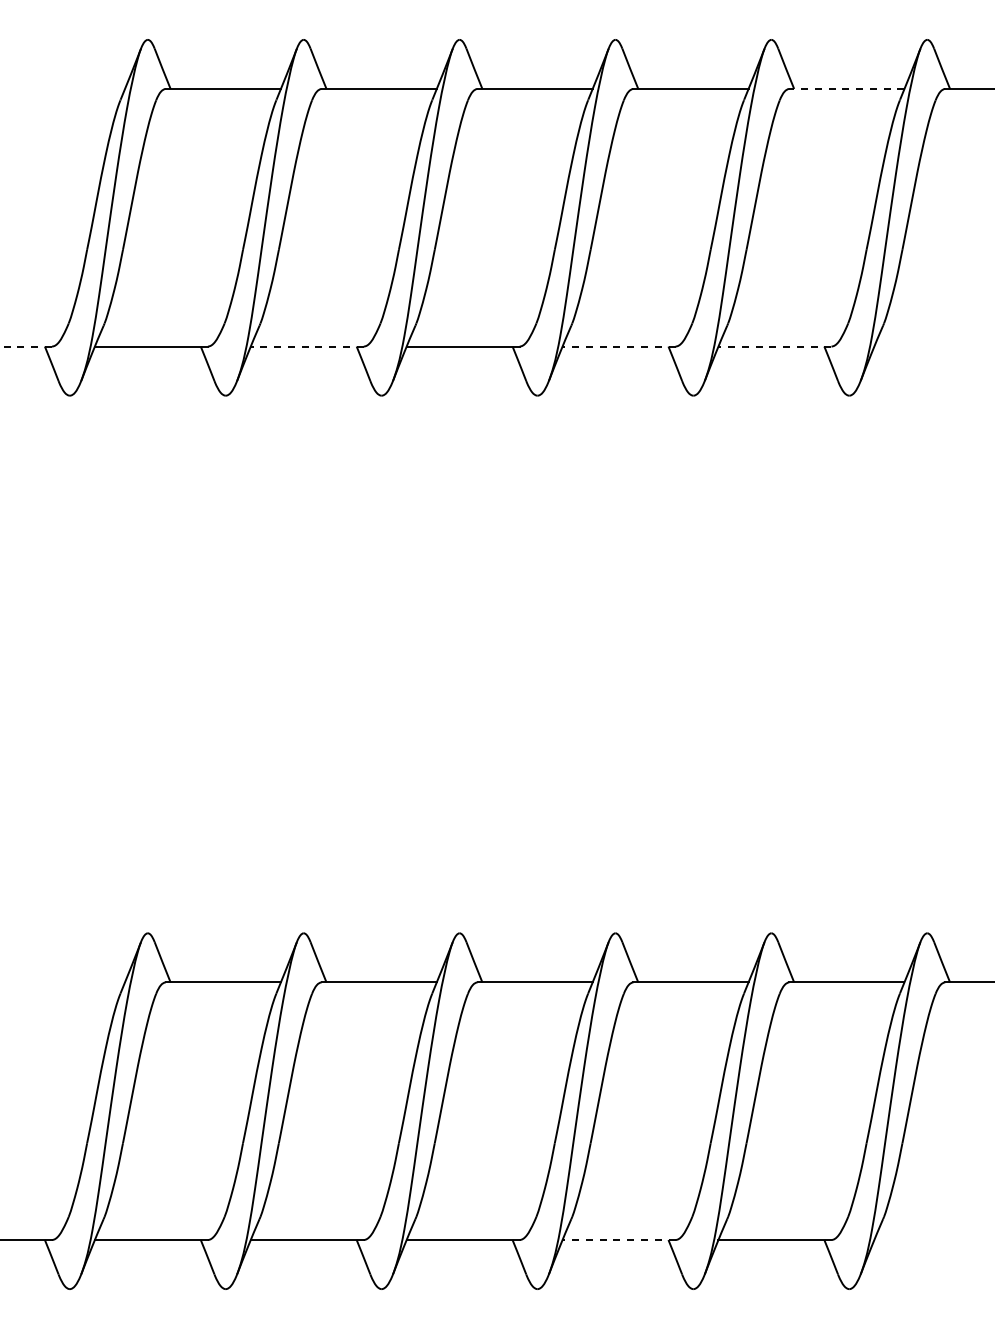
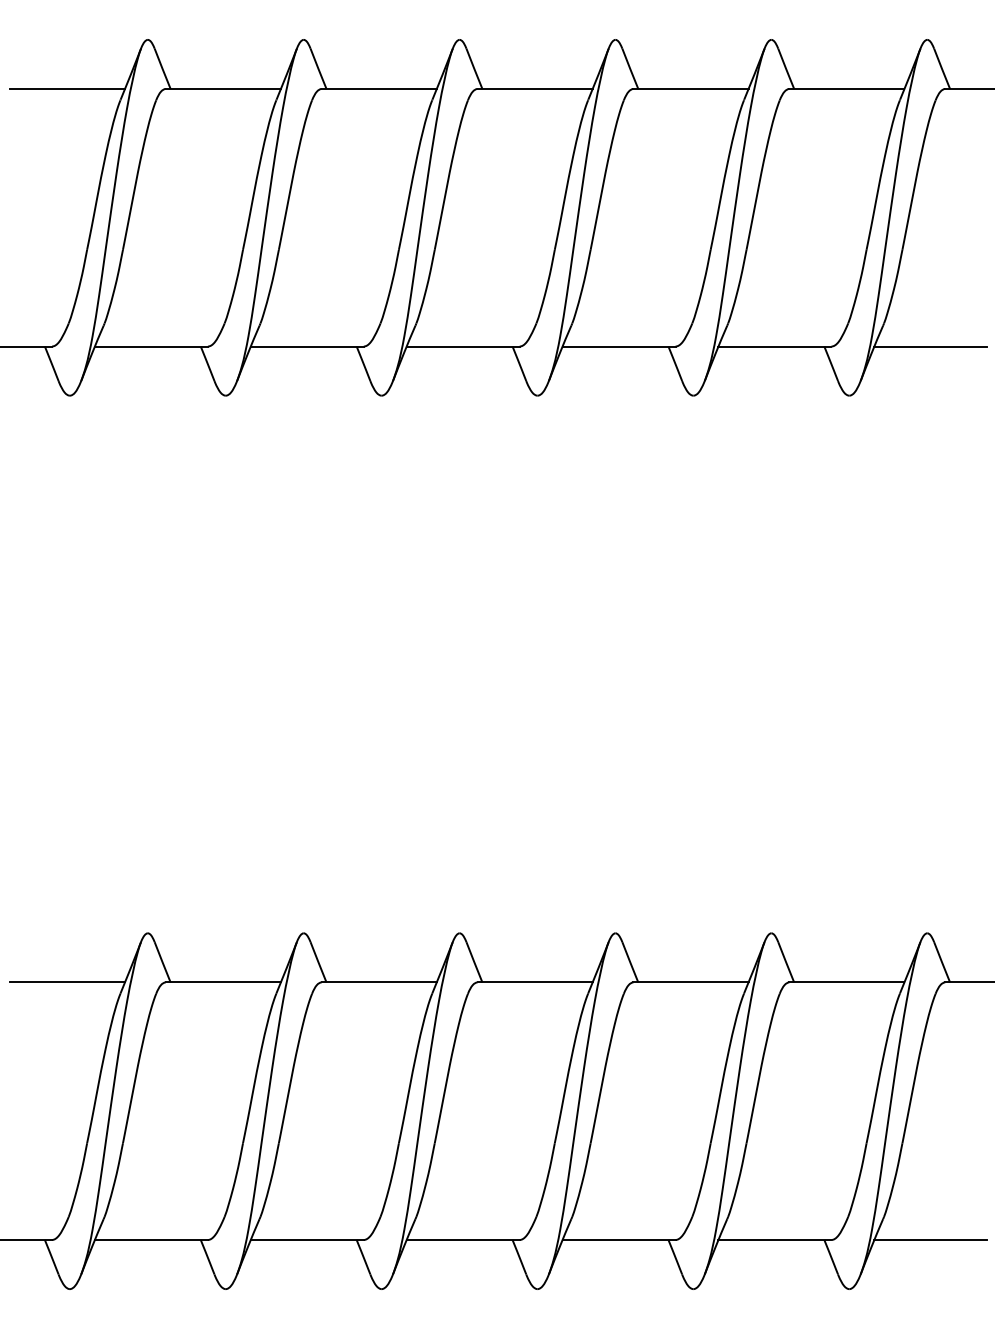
line at (67, 88): none -> present
line at (846, 88): dashed -> solid
line at (26, 346): dashed -> solid
line at (306, 346): dashed -> solid
line at (618, 346): dashed -> solid
line at (774, 346): dashed -> solid
line at (930, 346): none -> present
line at (67, 982): none -> present
line at (618, 1240): dashed -> solid
line at (930, 1240): none -> present
